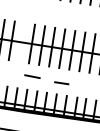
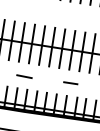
line at (21, 42): none -> present
line at (32, 76) position: (32, 76) -> (24, 76)
line at (61, 83) position: (61, 83) -> (70, 83)
